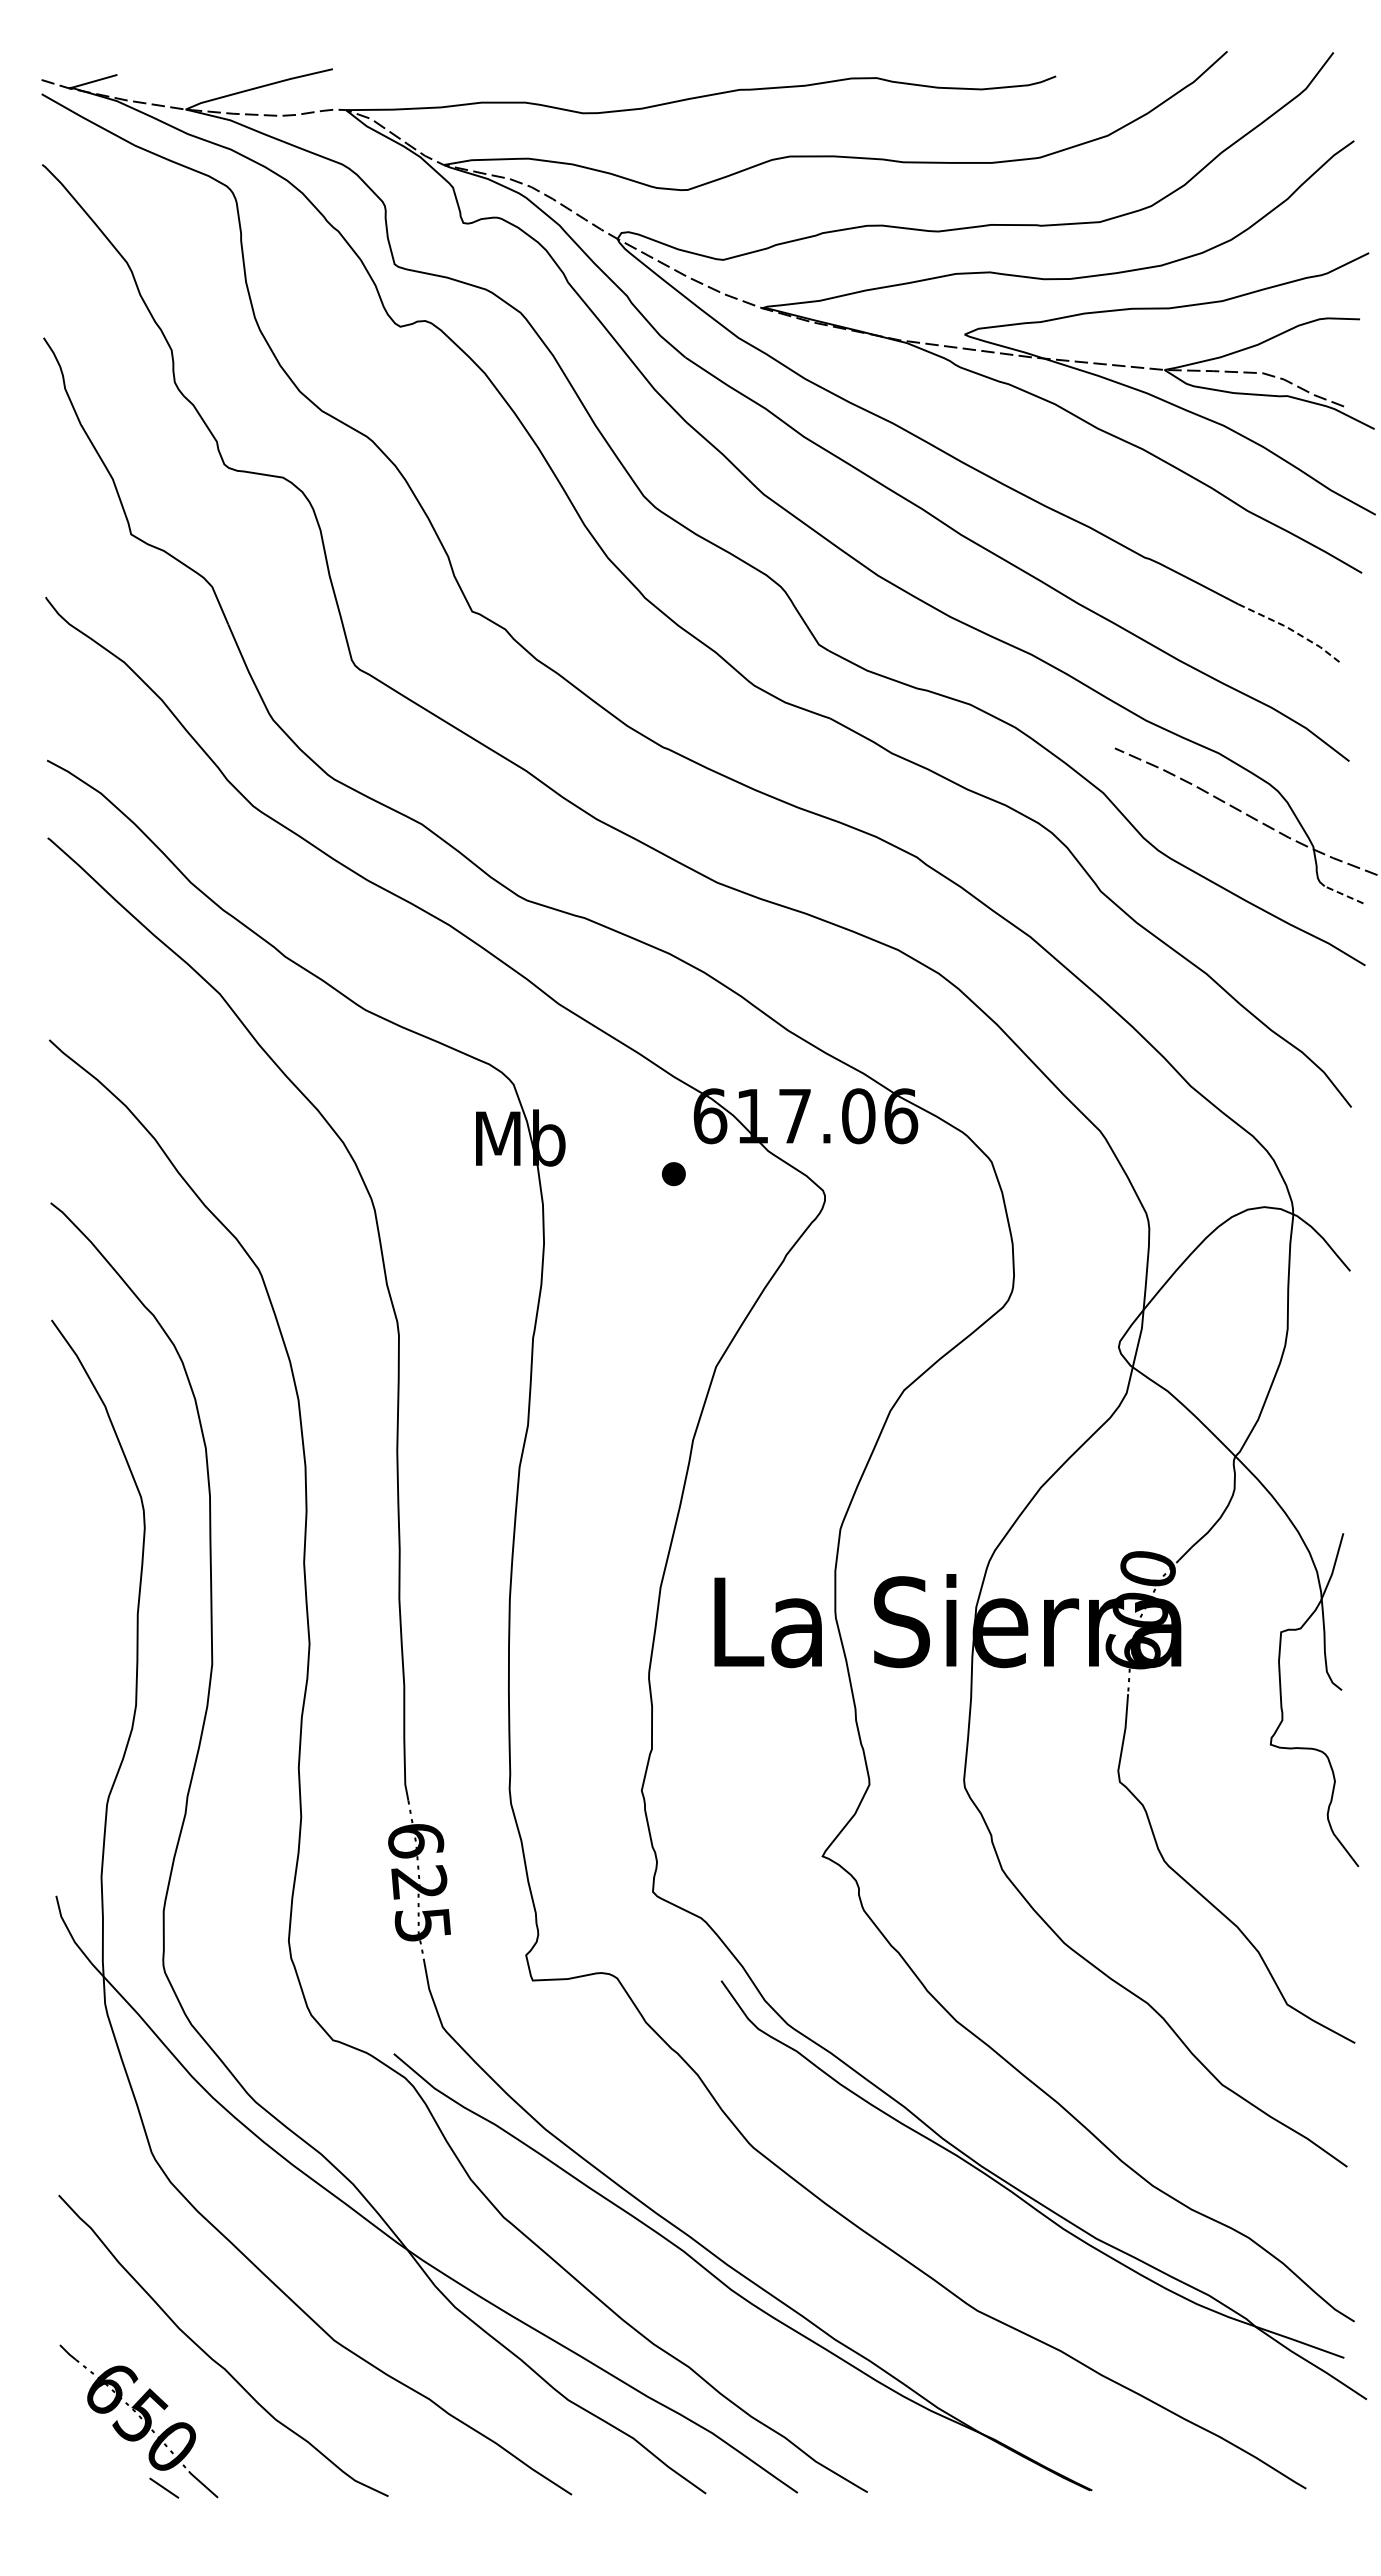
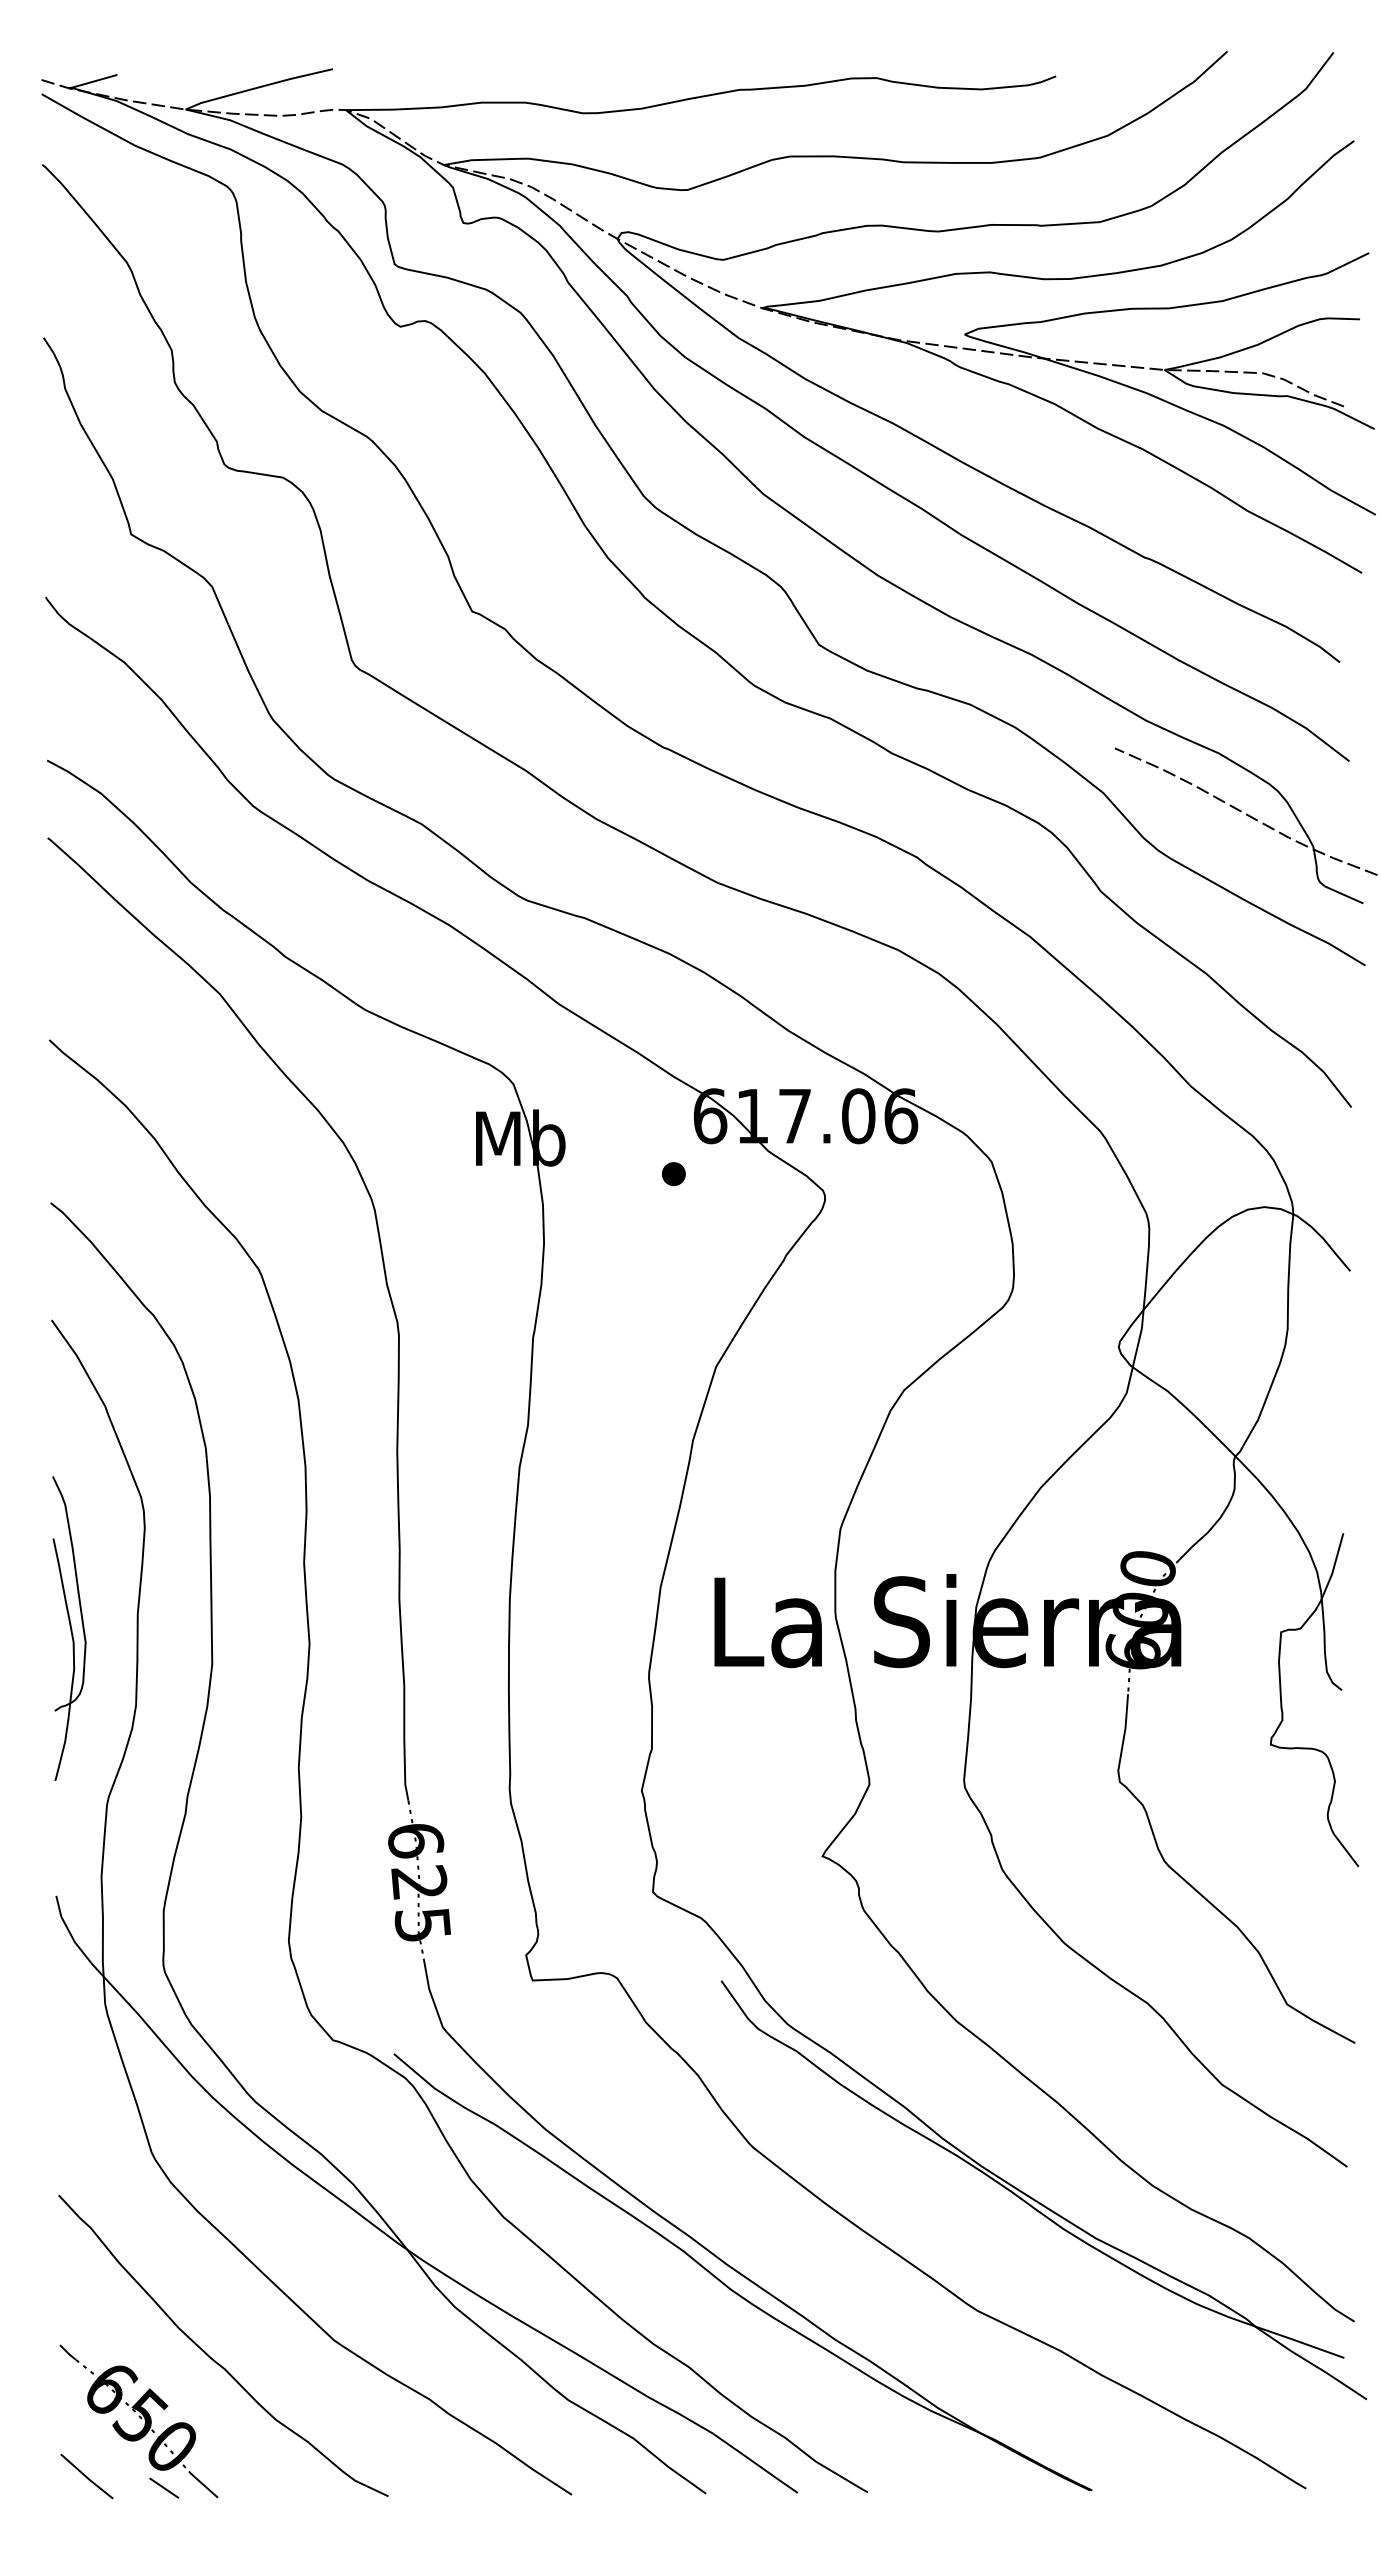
line at (1291, 630): dashed -> solid
line at (1343, 894): dashed -> solid
part at (69, 1628): none -> present
line at (86, 2476): none -> present
